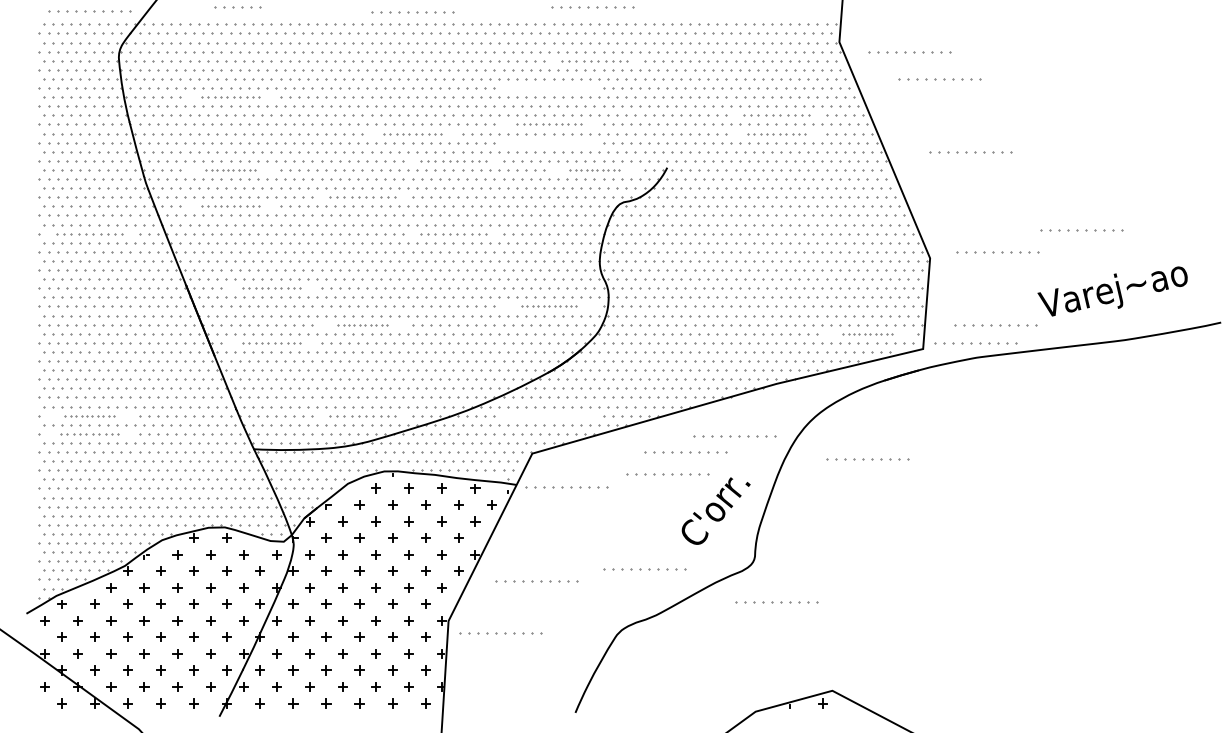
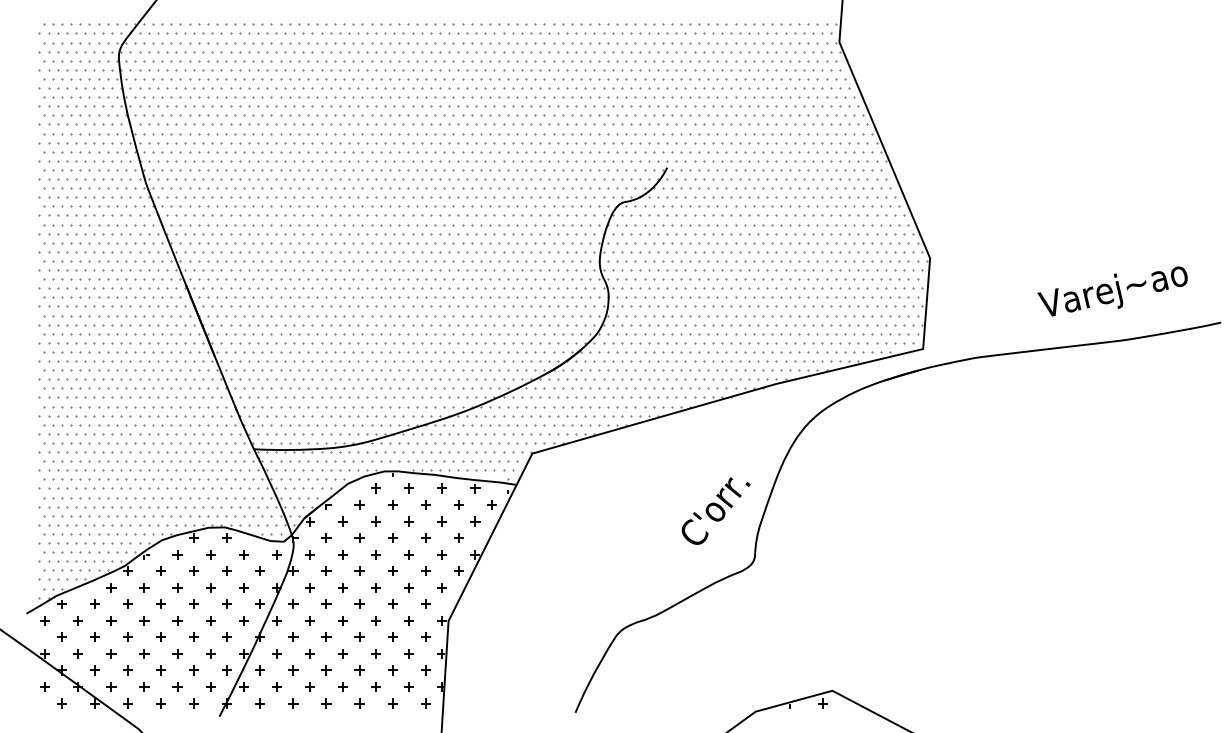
part at (237, 7): present -> none
part at (592, 7): present -> none
part at (89, 11): present -> none
part at (412, 12): present -> none
part at (909, 52): present -> none
part at (594, 61) size: 68x3 px -> 84x3 px
part at (939, 79): present -> none
part at (549, 88): none -> present
part at (230, 97) size: 60x3 px -> 84x3 px
part at (776, 115) size: 68x3 px -> 84x3 px
part at (549, 124) size: 67x3 px -> 93x3 px
part at (412, 134) size: 60x3 px -> 84x3 px
part at (776, 134) size: 60x3 px -> 84x3 px
part at (549, 143): none -> present
part at (970, 152): present -> none
part at (453, 161) size: 68x3 px -> 84x3 px
part at (230, 170) size: 52x3 px -> 84x3 px
part at (594, 170) size: 52x3 px -> 84x3 px
part at (362, 197) size: 68x3 px -> 84x3 px
part at (230, 206) size: 60x3 px -> 84x3 px
part at (1081, 230): present -> none
part at (89, 234) size: 68x3 px -> 84x3 px
part at (453, 234) size: 68x3 px -> 84x3 px
part at (997, 252): present -> none
part at (271, 288) size: 60x3 px -> 84x3 px
part at (549, 306) size: 57x3 px -> 93x3 px
part at (362, 325) size: 52x3 px -> 84x3 px
part at (995, 325): present -> none
part at (867, 334) size: 52x3 px -> 84x3 px
part at (271, 343) size: 60x3 px -> 84x3 px
part at (975, 343): present -> none
part at (89, 416) size: 52x3 px -> 84x3 px
part at (362, 416) size: 68x3 px -> 84x3 px
part at (549, 416): none -> present
part at (89, 434) size: 60x3 px -> 84x3 px
part at (734, 436): present -> none
part at (685, 452): present -> none
part at (867, 459): present -> none
part at (667, 474): present -> none
part at (566, 487): present -> none
part at (644, 569): present -> none
part at (536, 581): present -> none
part at (776, 602): present -> none
part at (500, 633): present -> none
